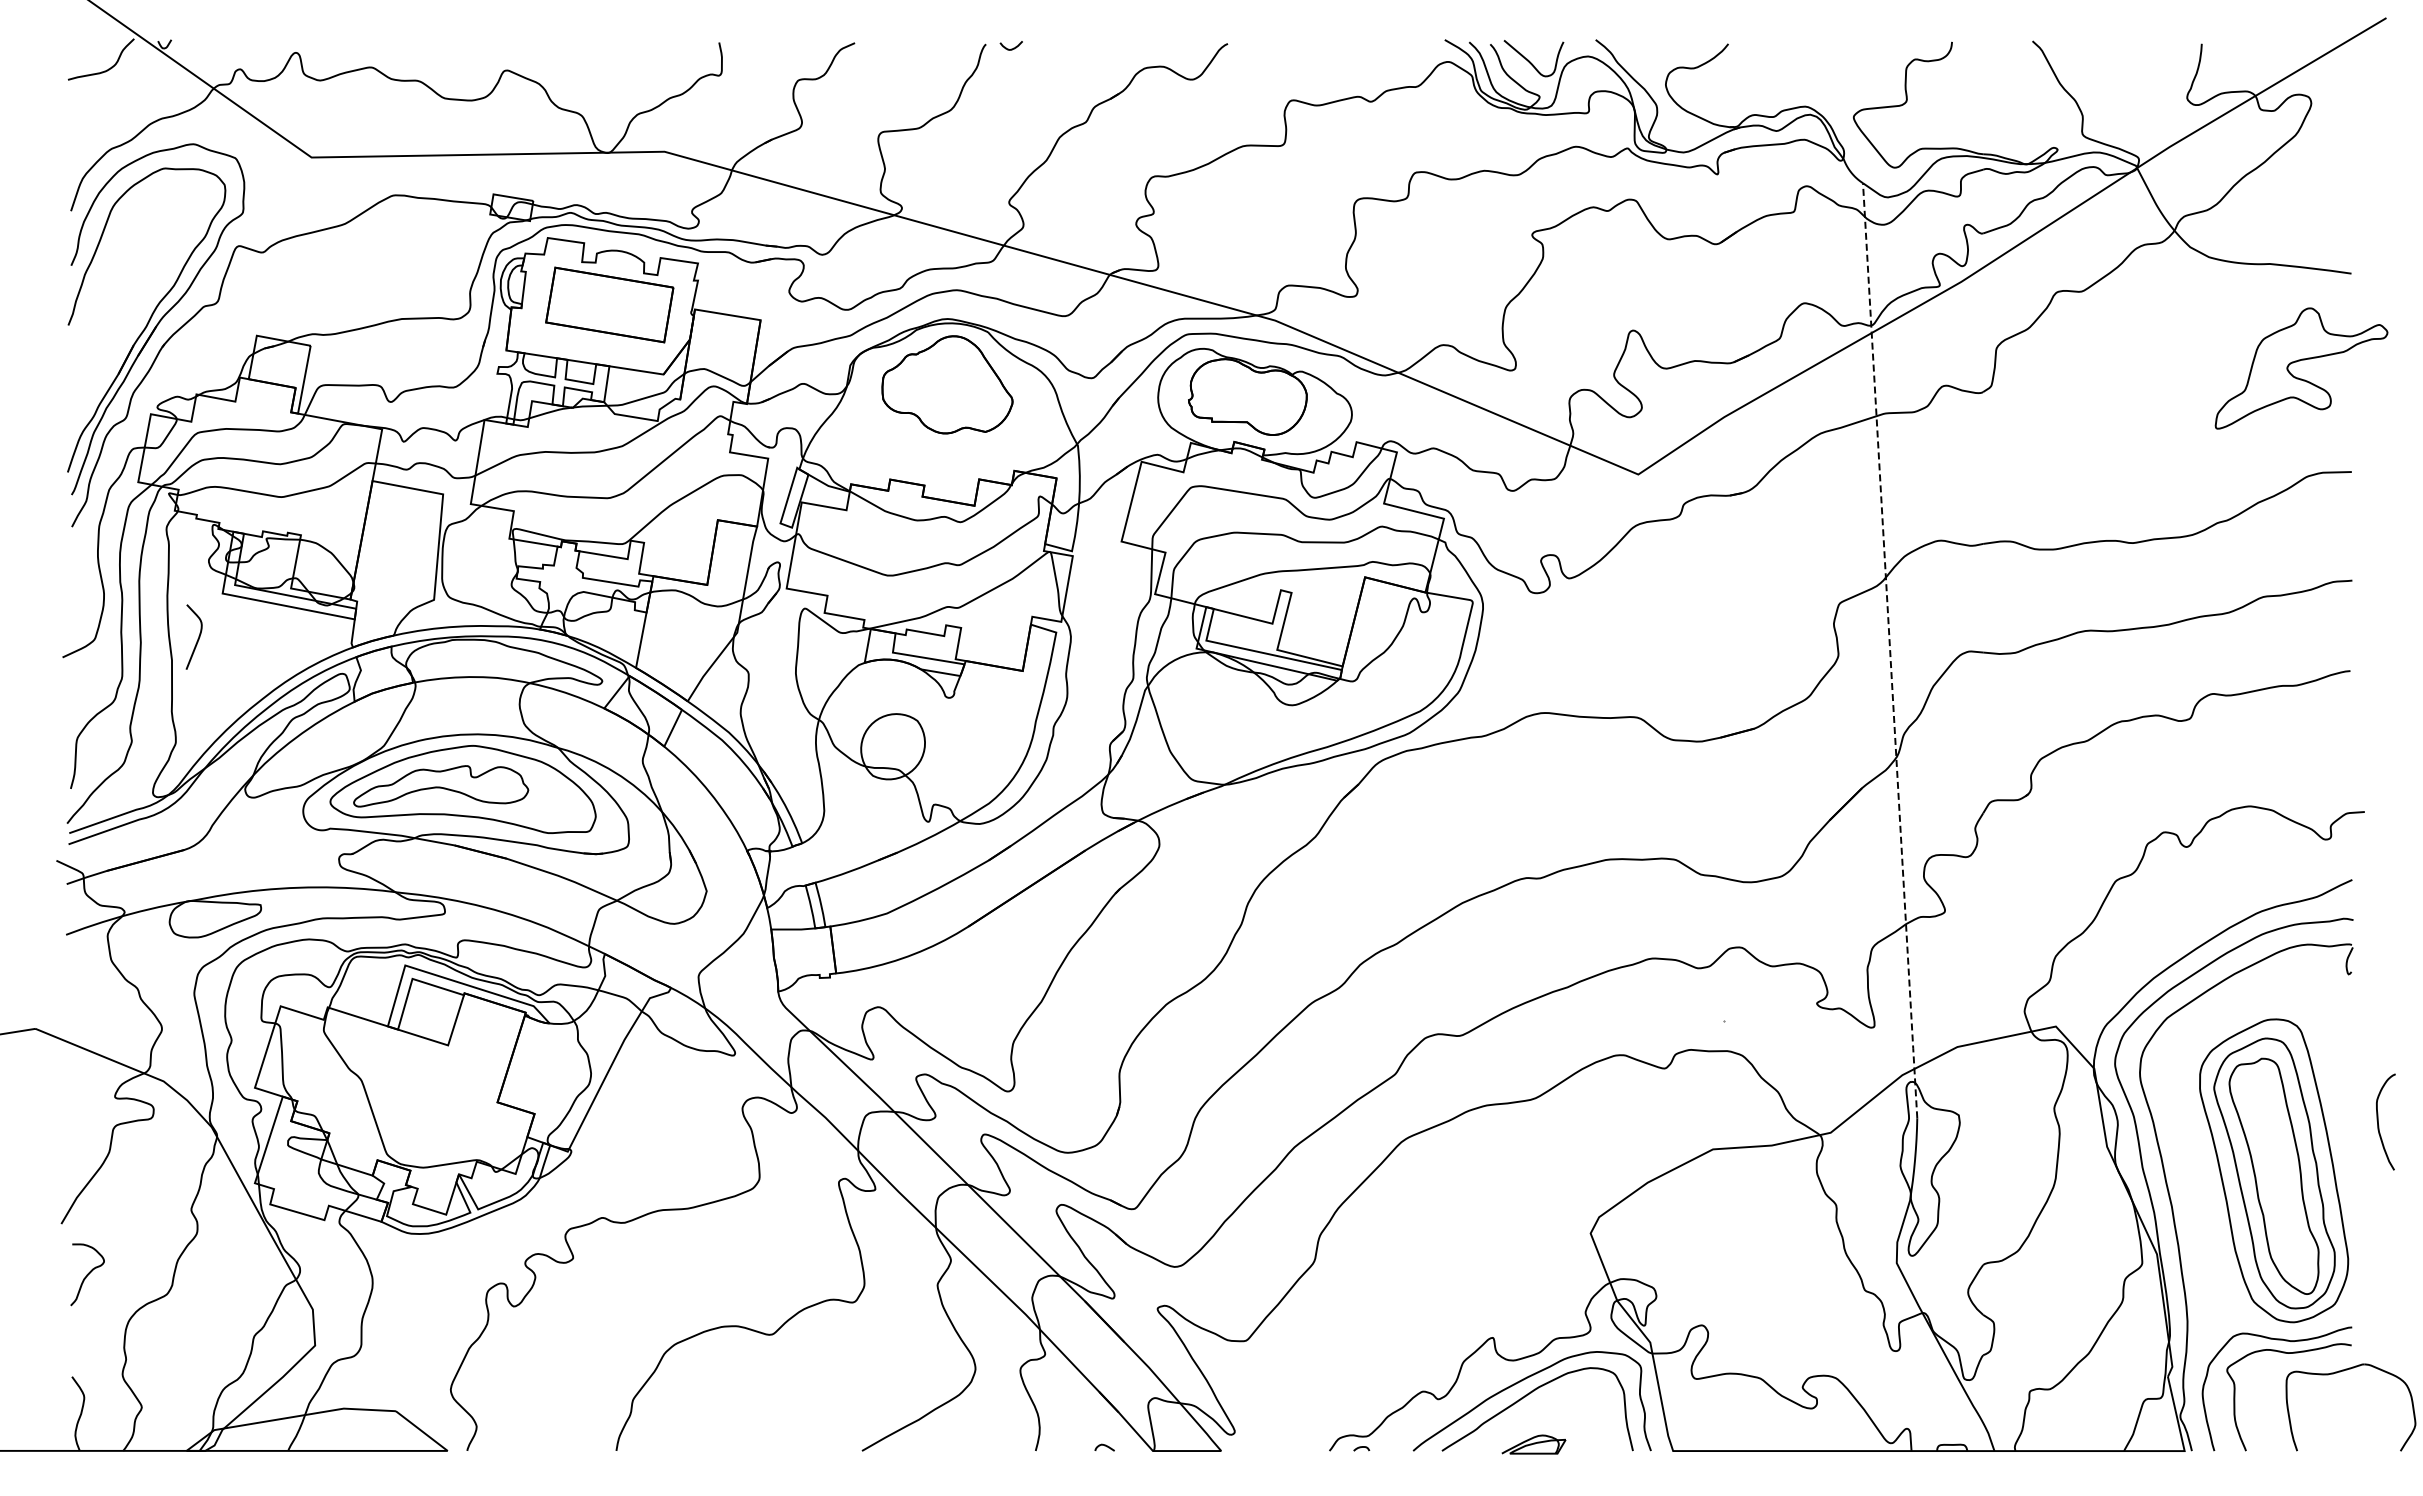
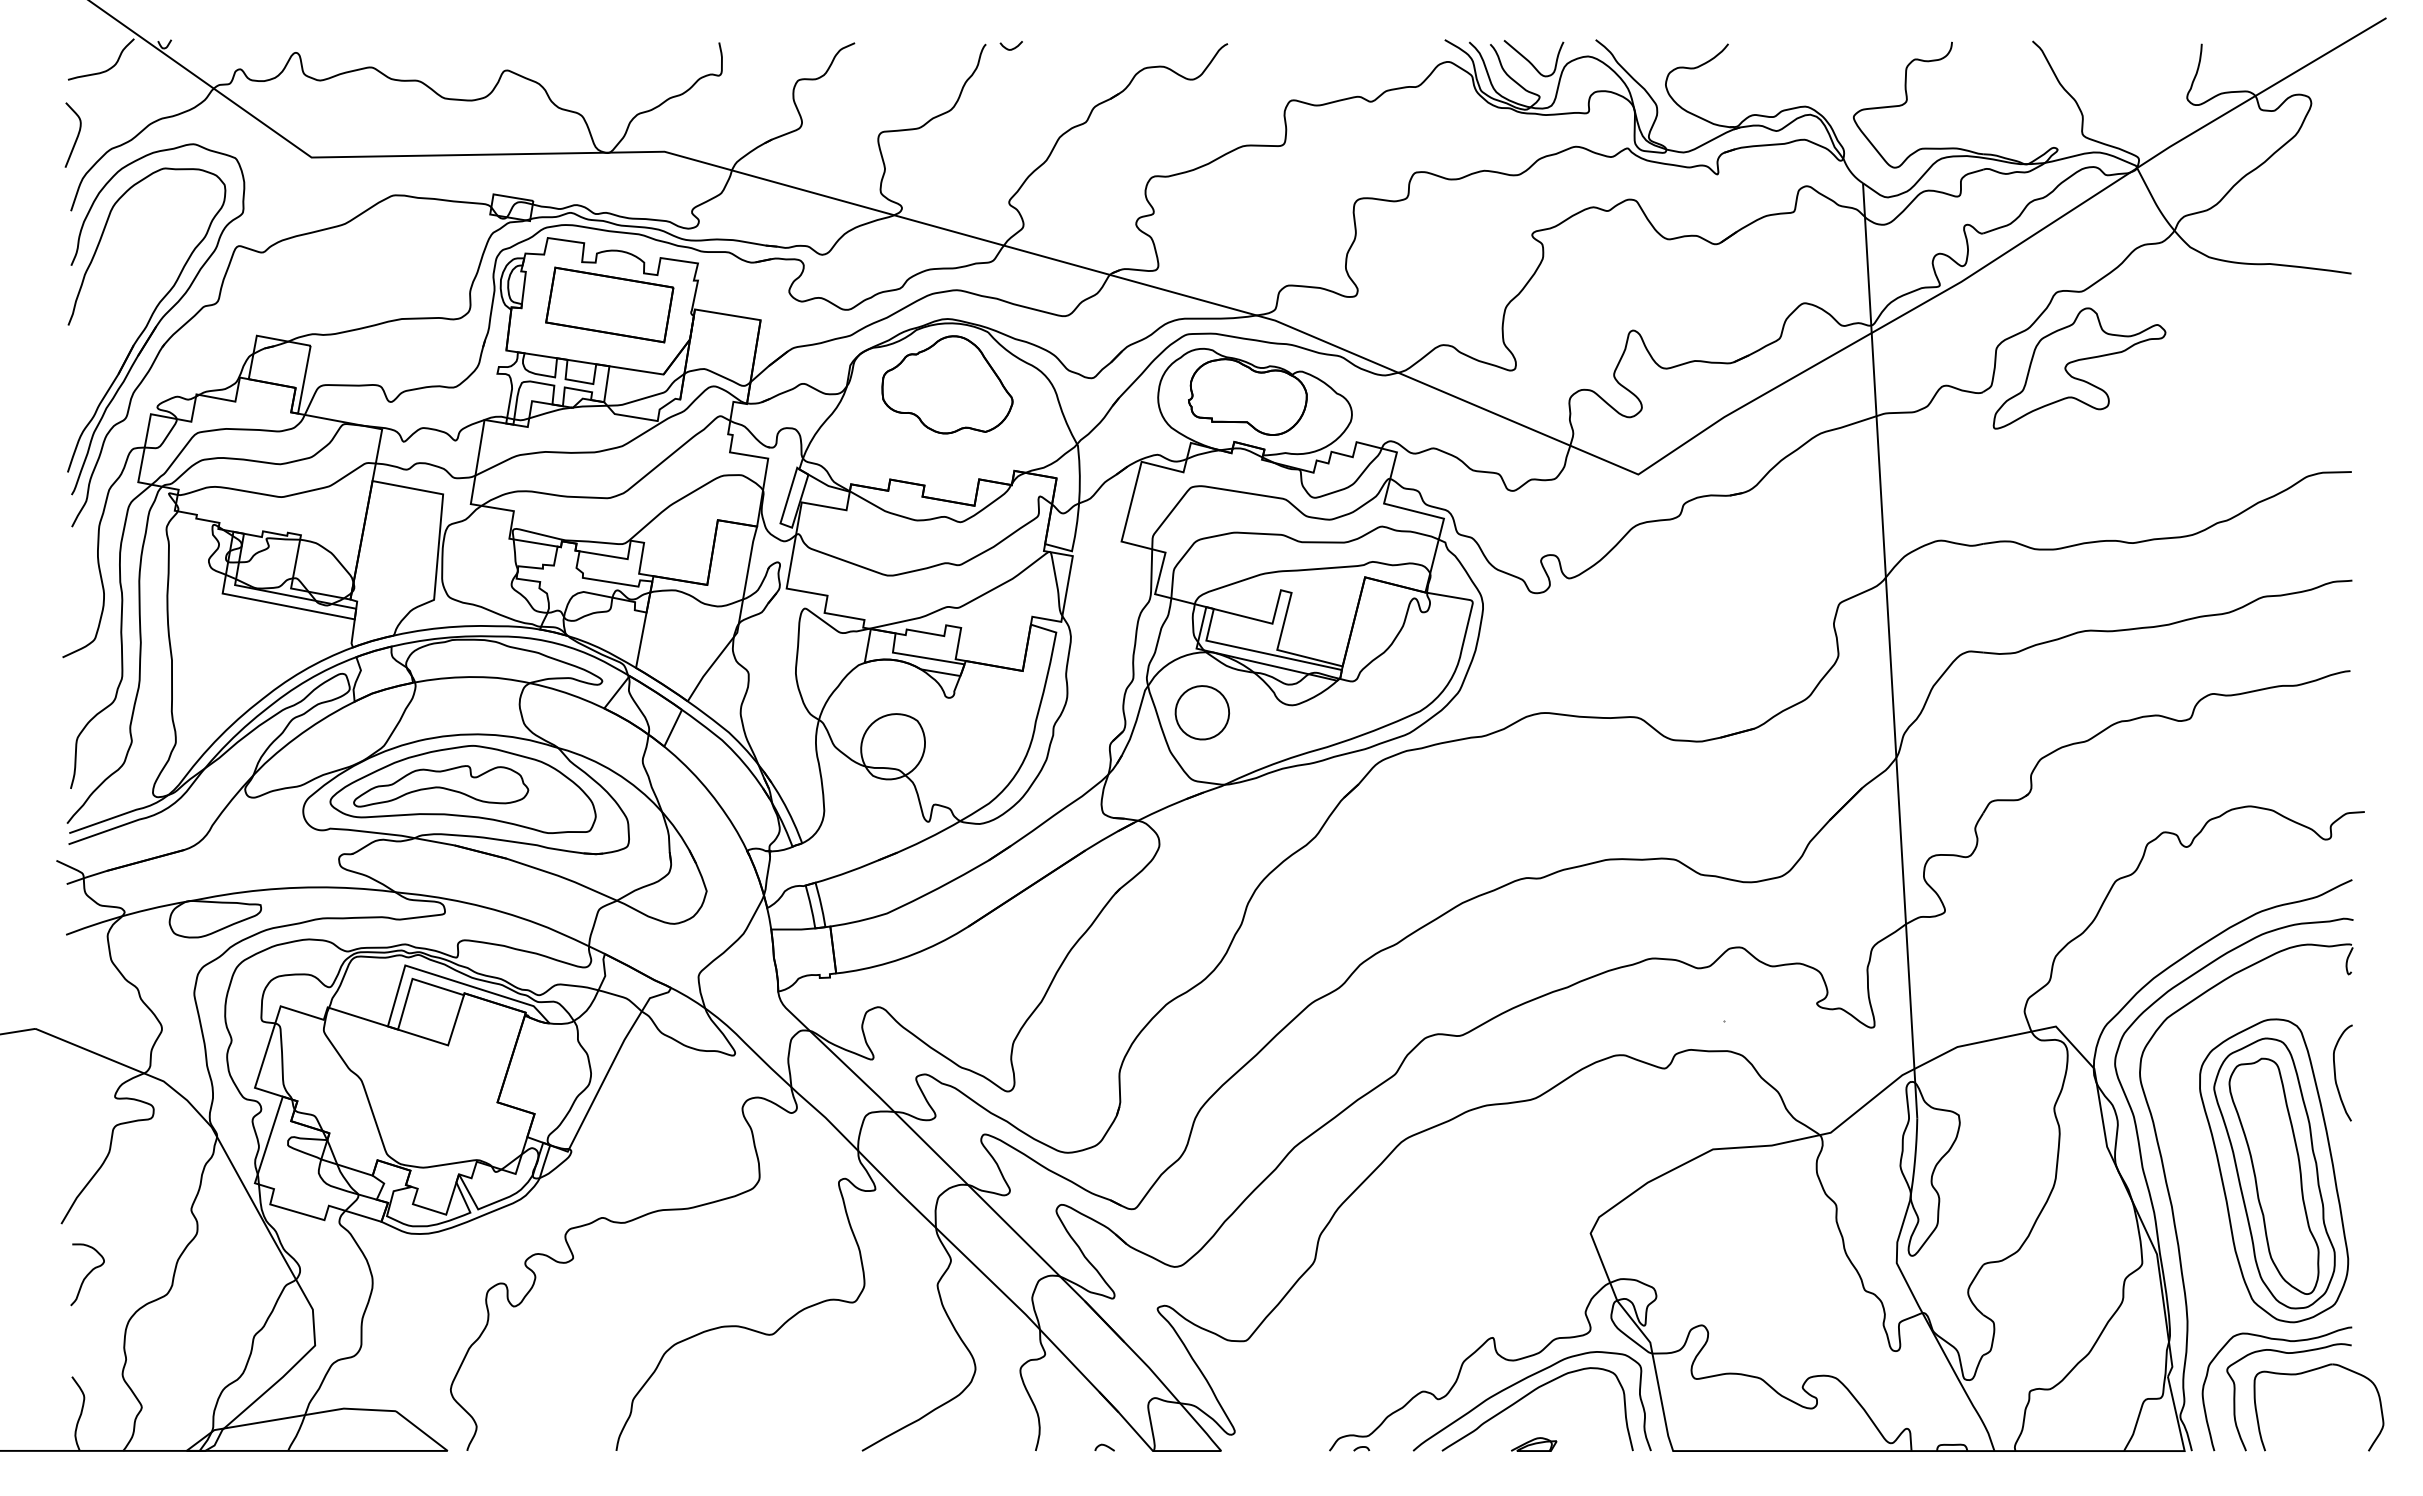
part at (2300, 361) position: (2300, 361) -> (2078, 361)
curve at (197, 638) position: (197, 638) -> (76, 136)
line at (1890, 651): dashed -> solid
part at (1202, 712): none -> present
curve at (2378, 1121) position: (2378, 1121) -> (2335, 1072)
part at (2340, 1372) position: (2340, 1372) -> (2308, 1372)
part at (1533, 1444) size: 66x21 px -> 47x15 px
